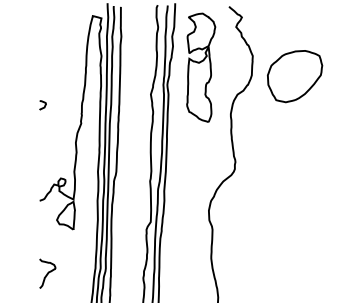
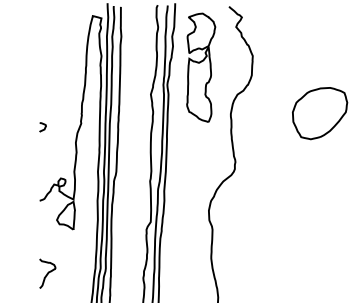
part at (295, 76) position: (295, 76) -> (320, 113)
curve at (43, 106) position: (43, 106) -> (43, 128)
